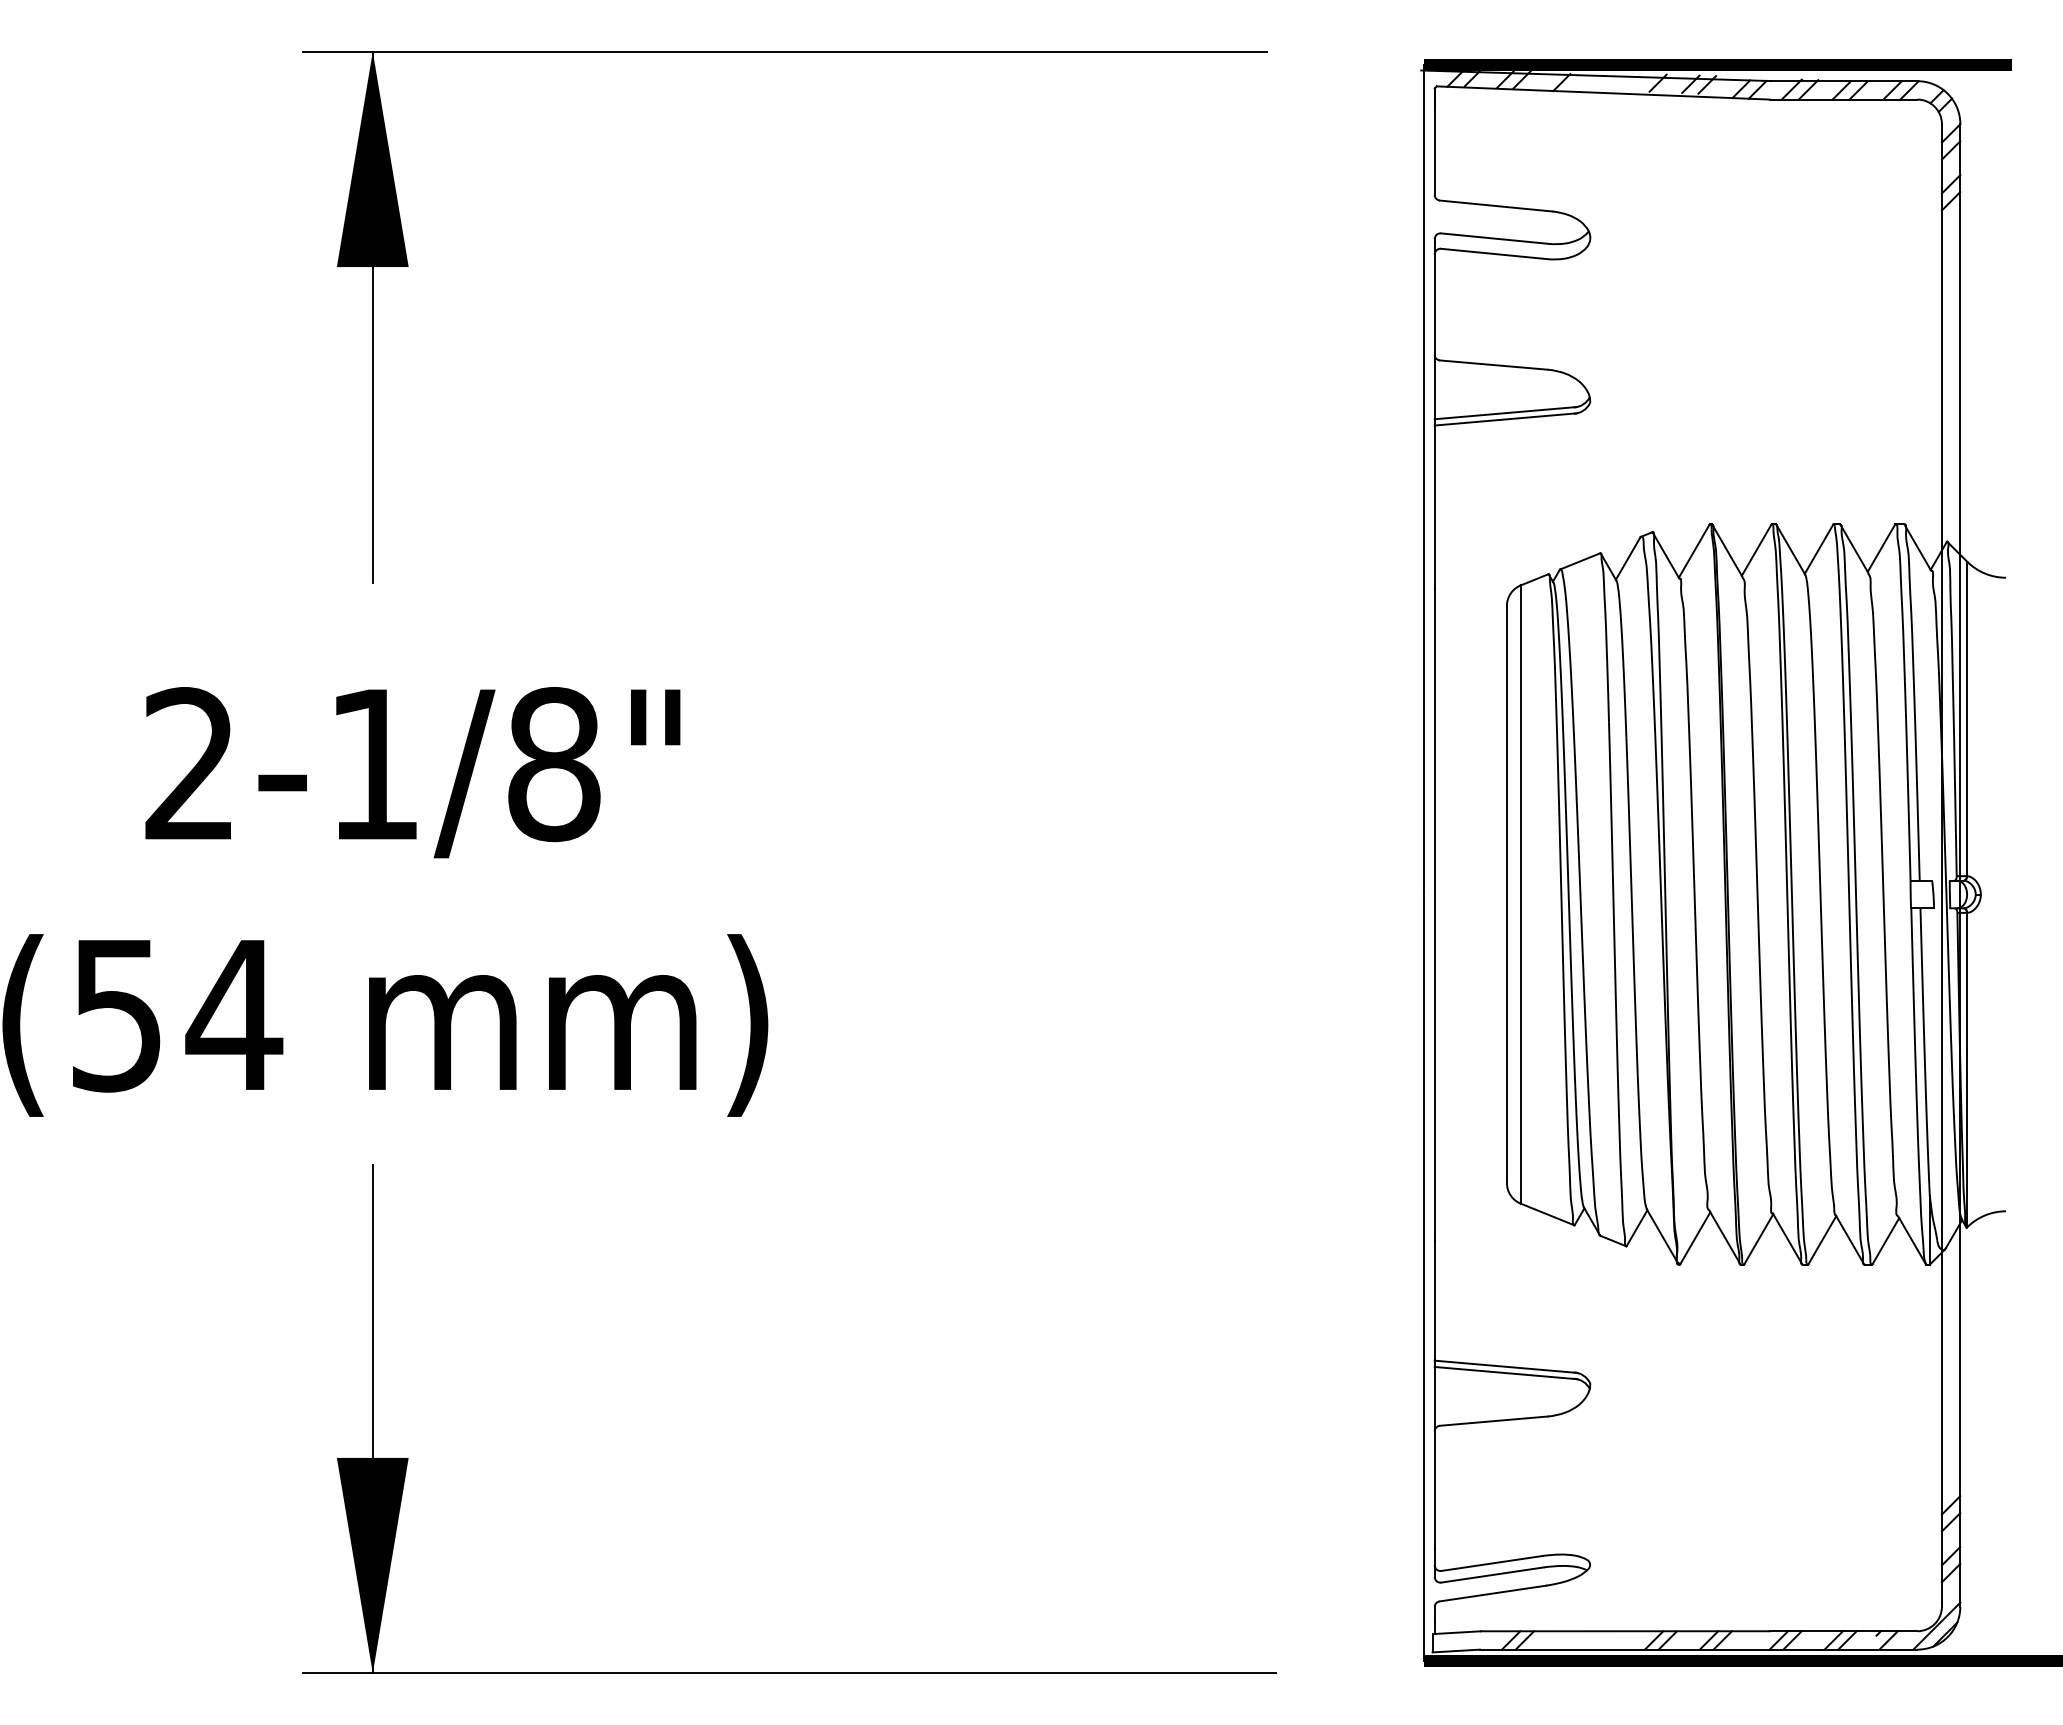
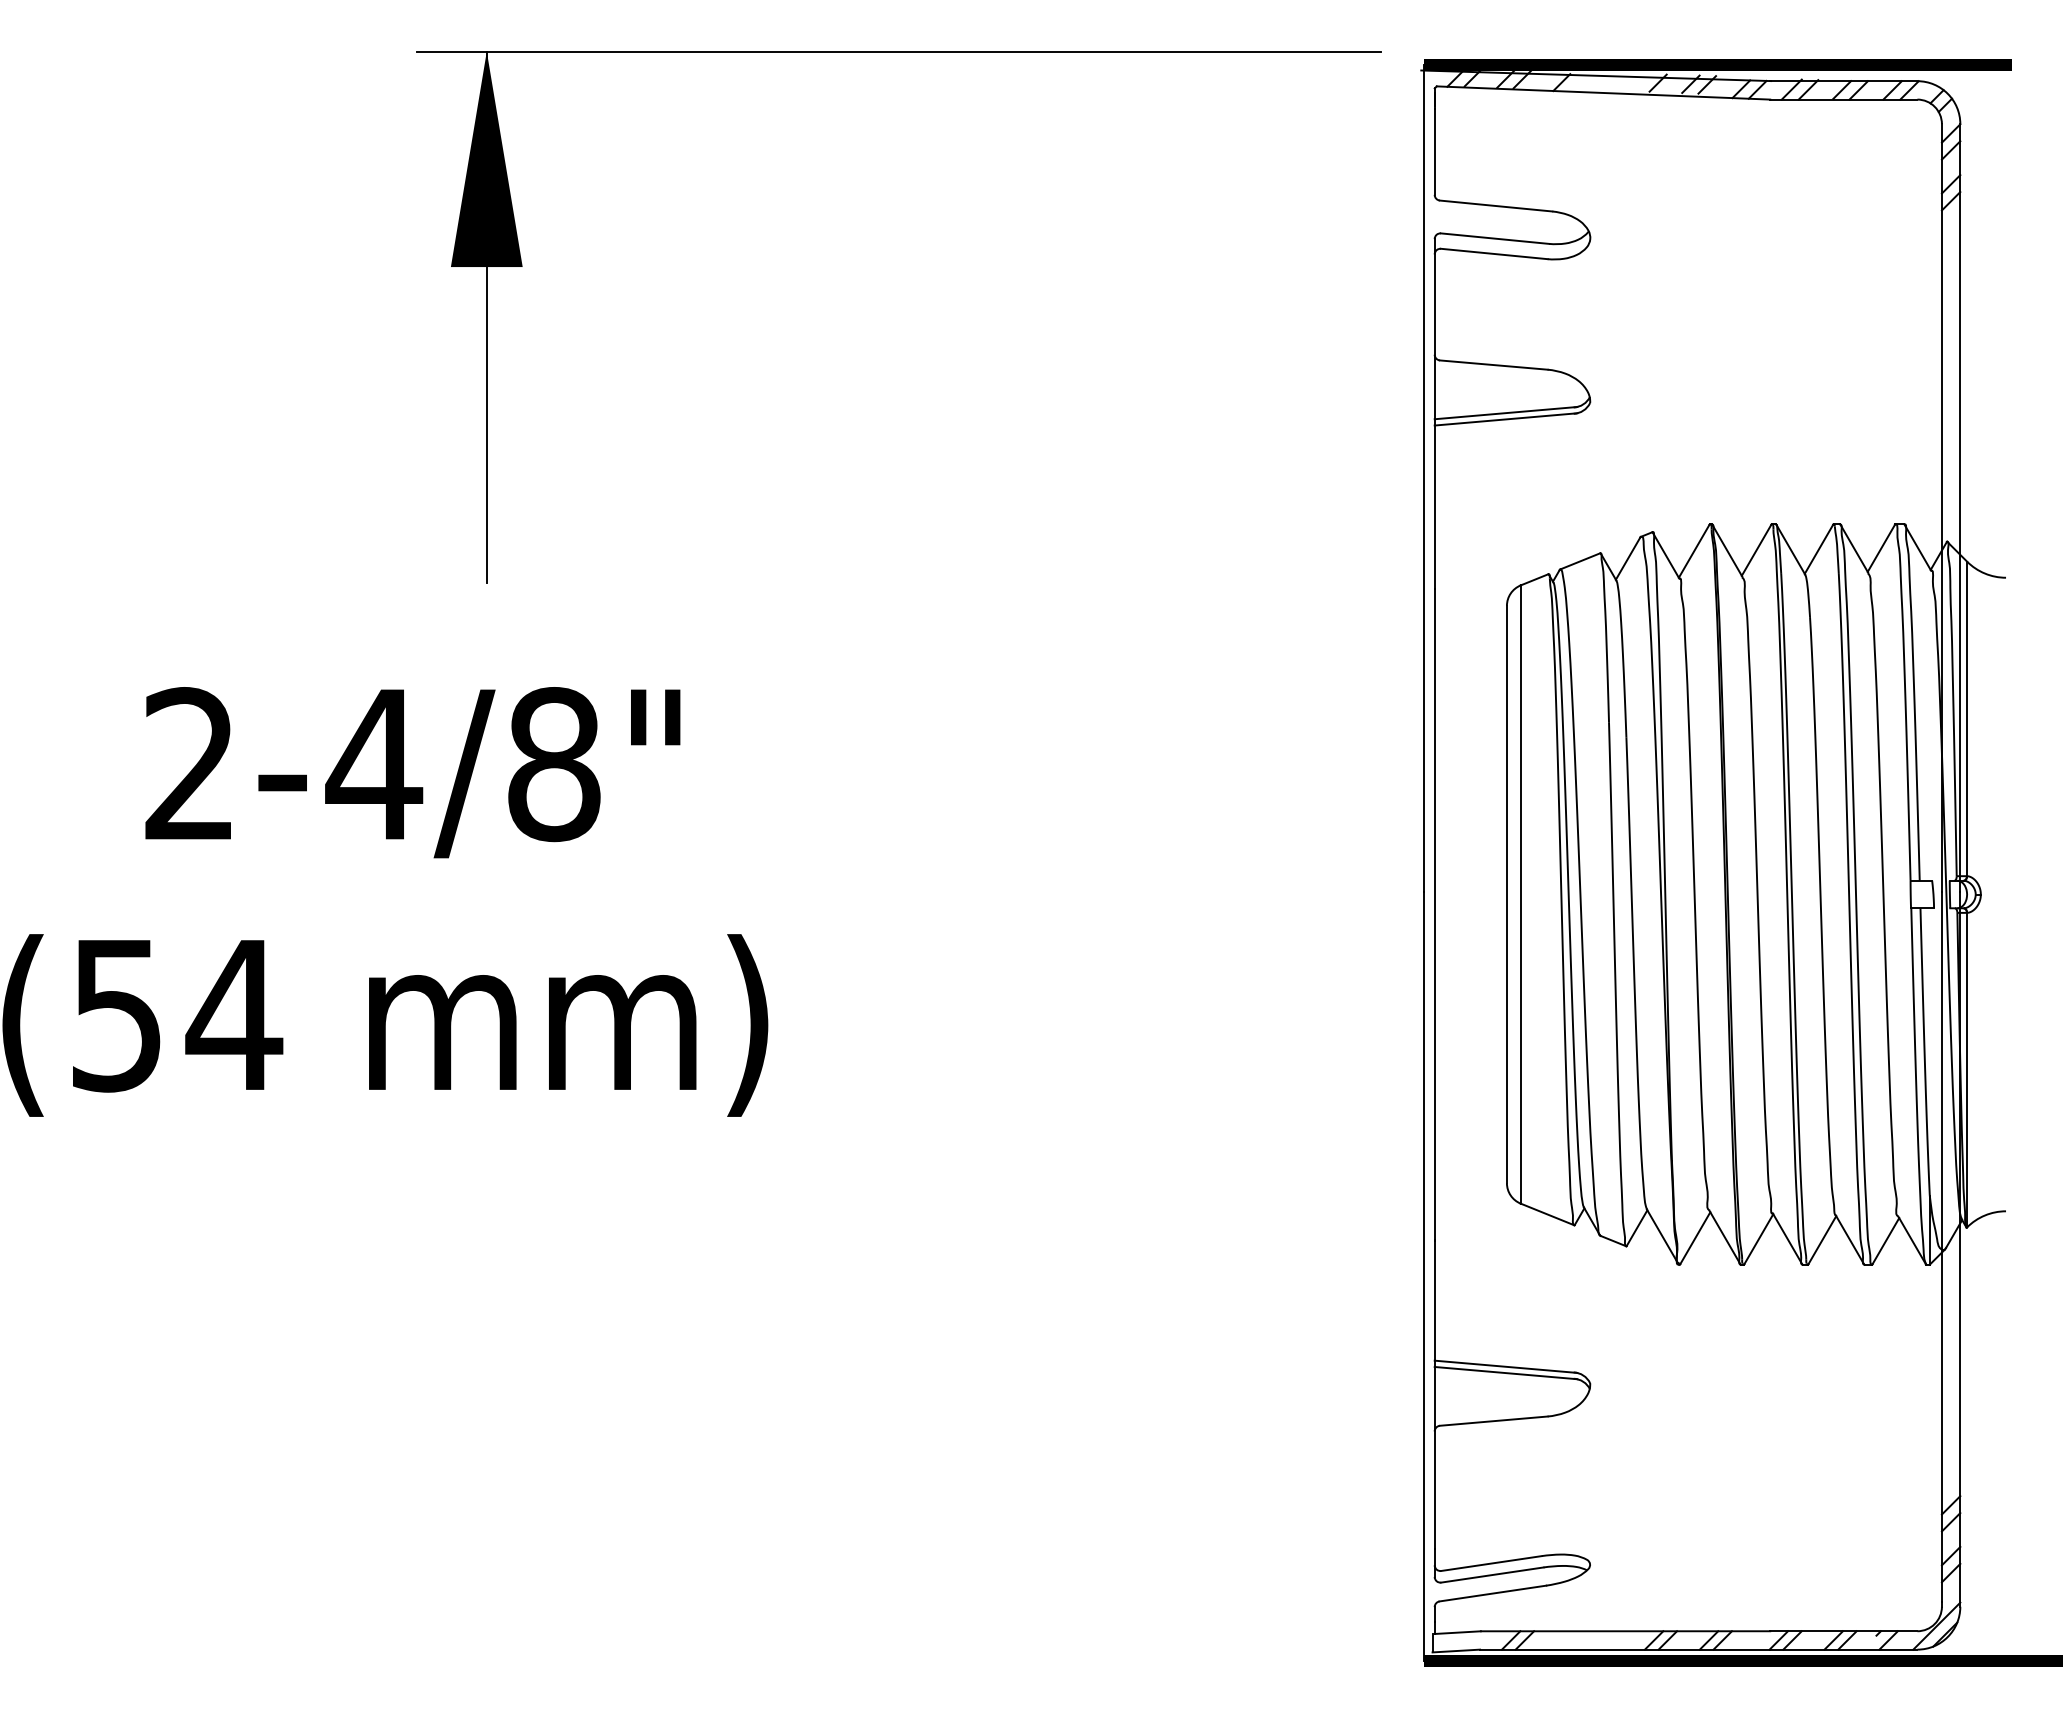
part at (784, 52) position: (784, 52) -> (898, 52)
text at (374, 764): 2-1/8" -> 2-4/8"
part at (789, 1672): present -> none
